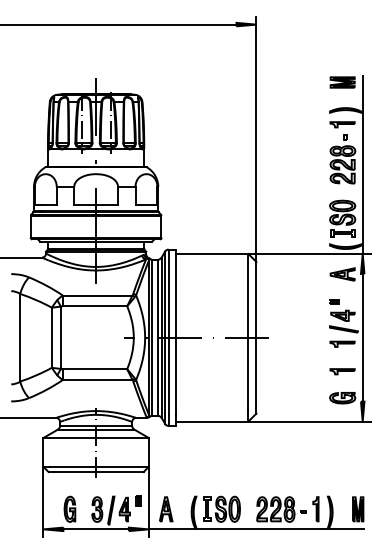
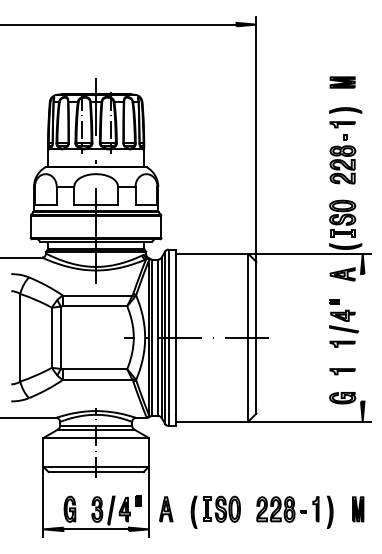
line at (362, 165): present -> none
line at (362, 337): present -> none
line at (256, 529): present -> none
